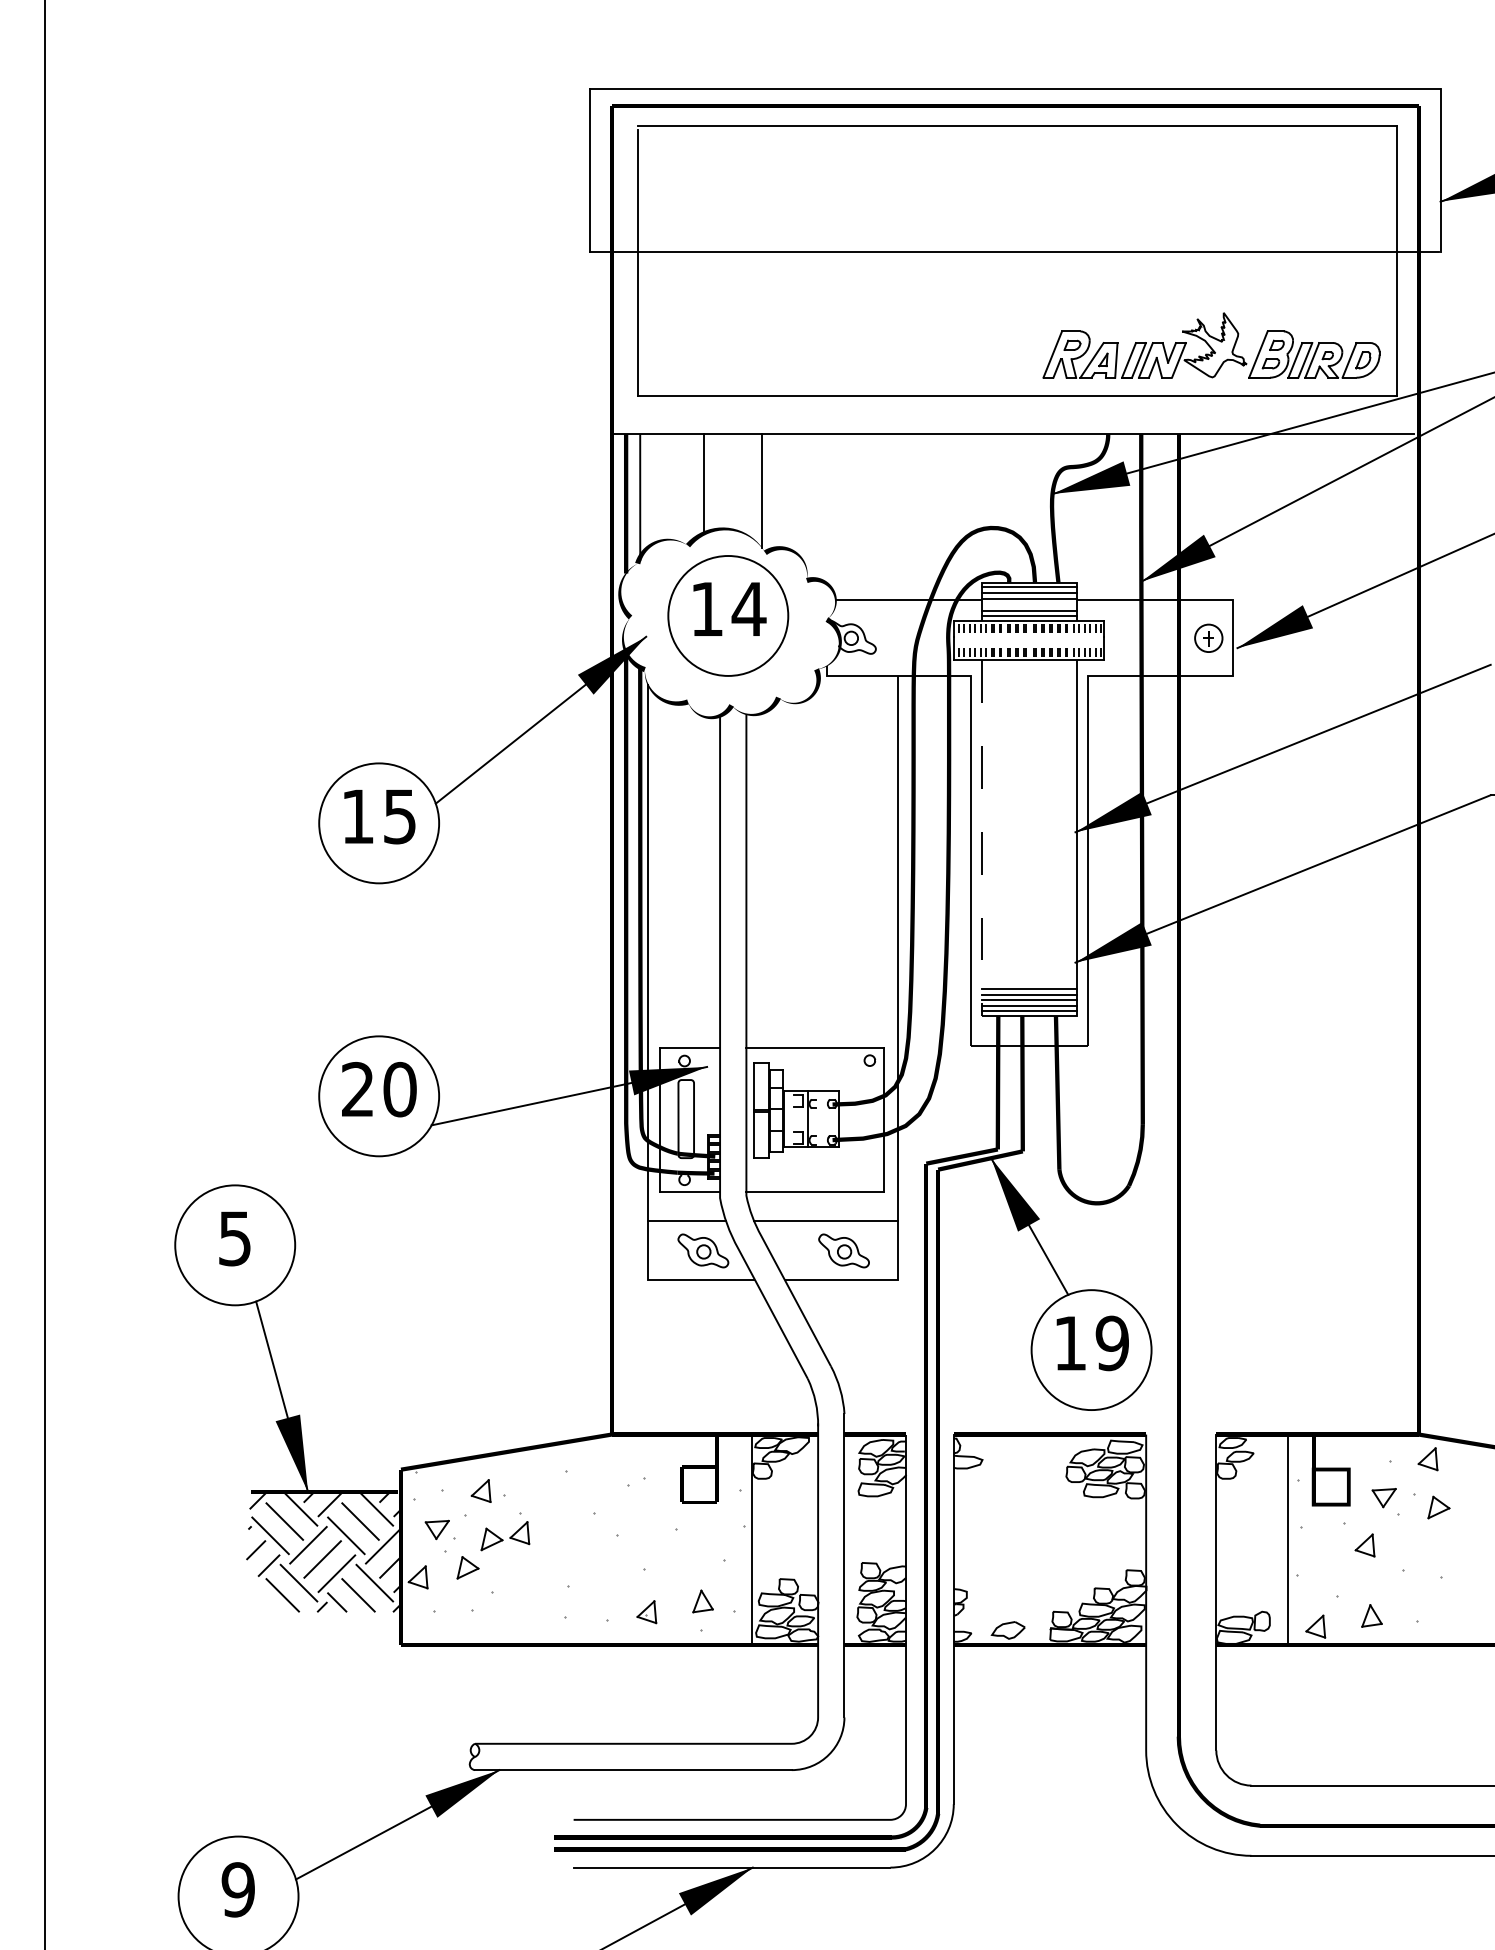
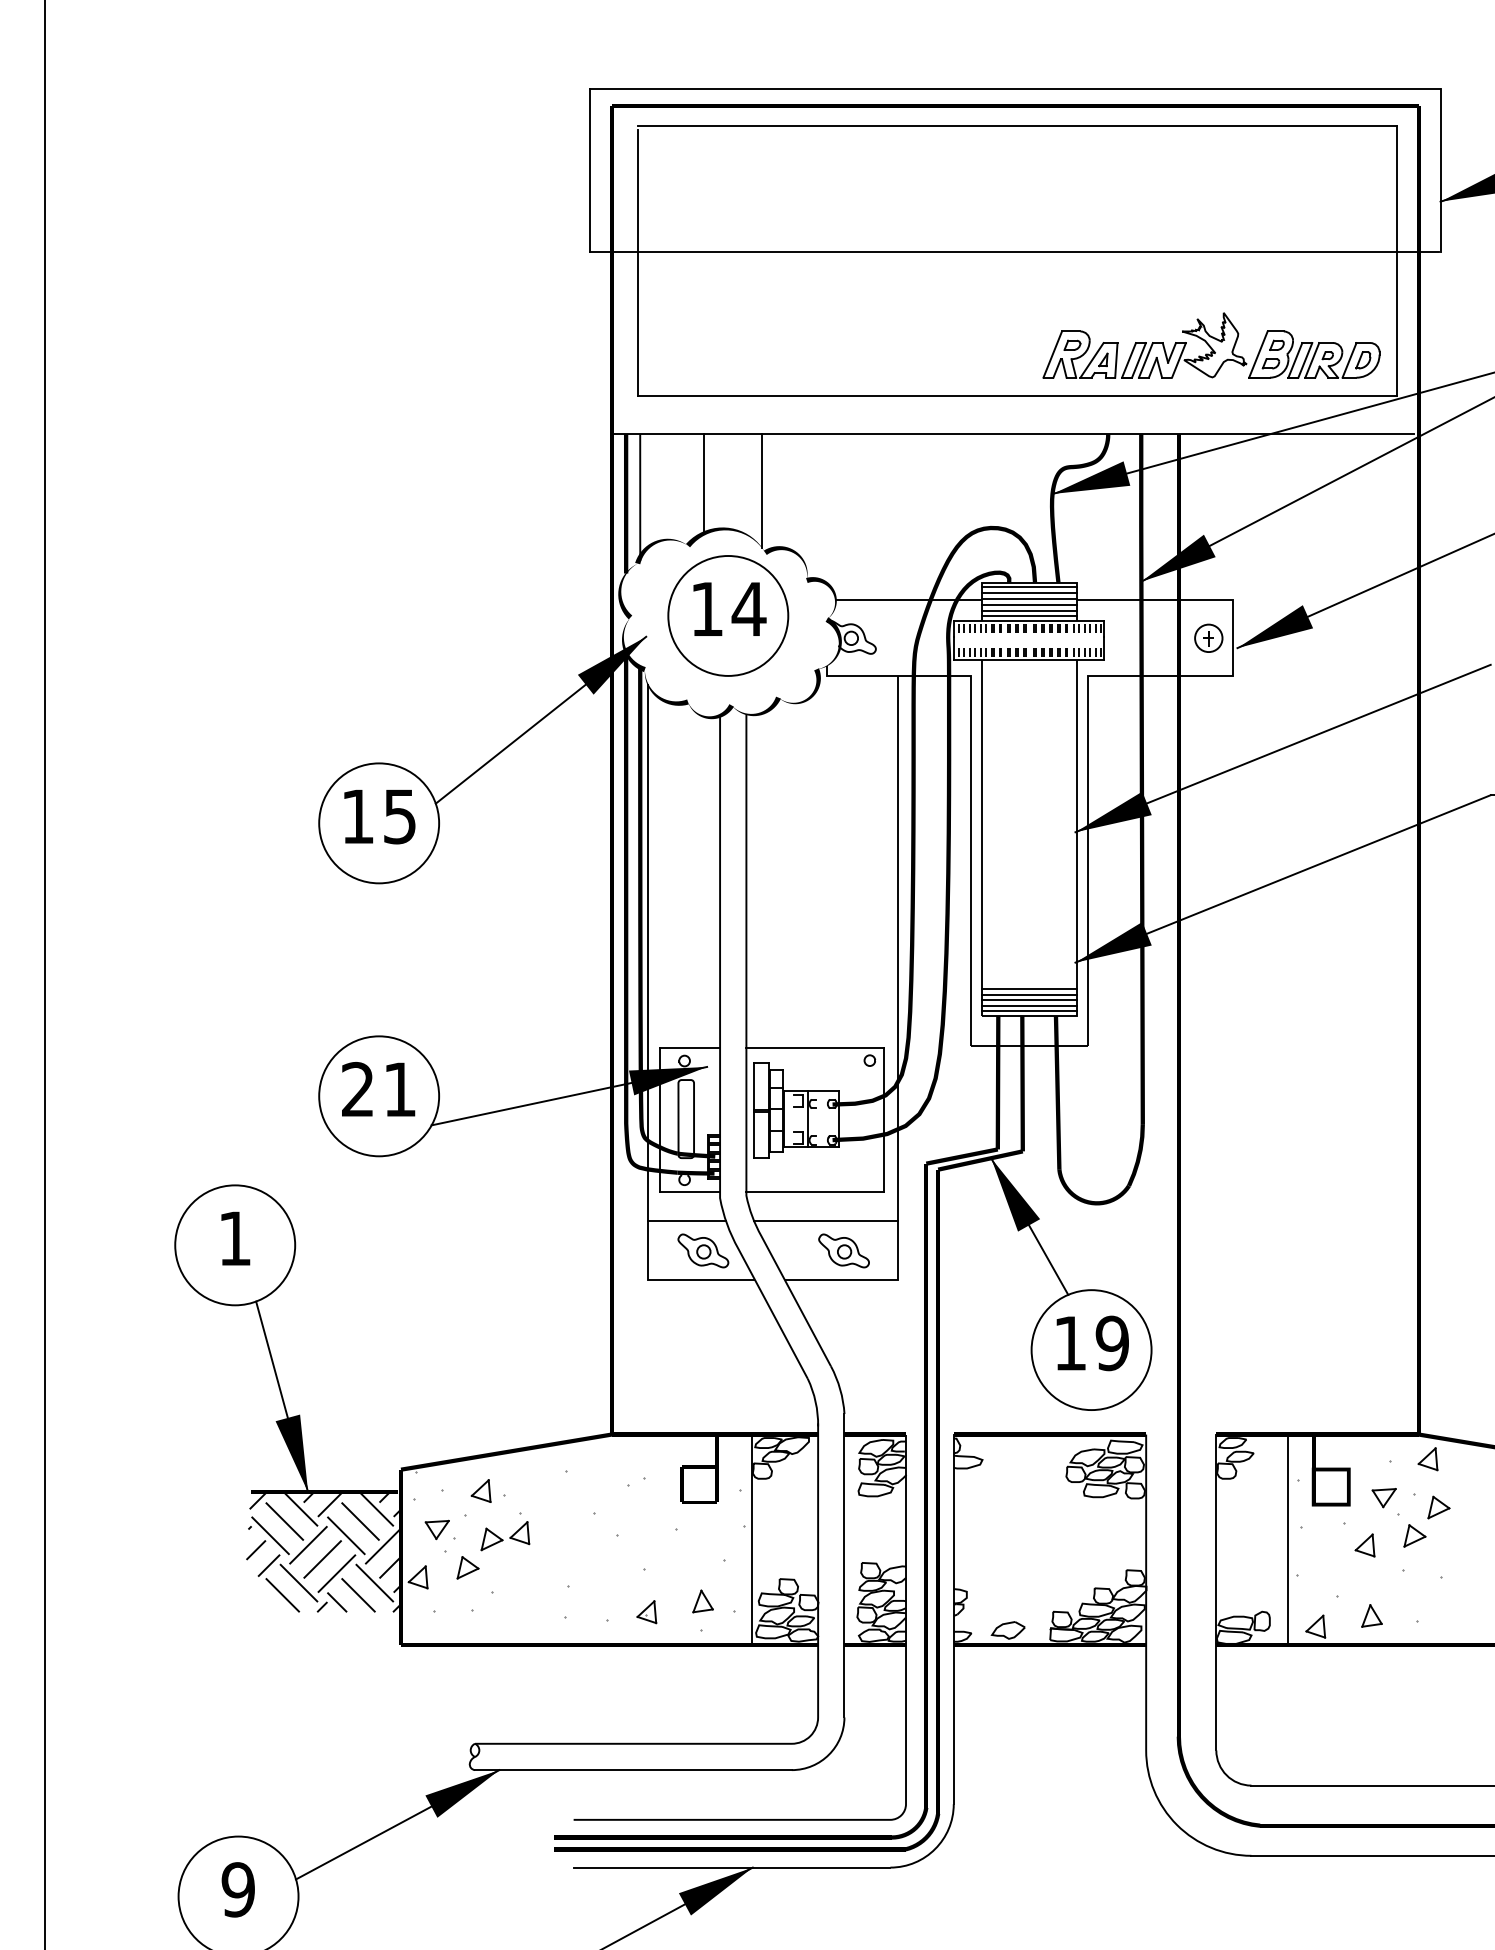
line at (1029, 604): none -> present
line at (982, 838): dashed -> solid
text at (399, 1089): 20 -> 21
text at (234, 1238): 5 -> 1
part at (1414, 1535): none -> present
